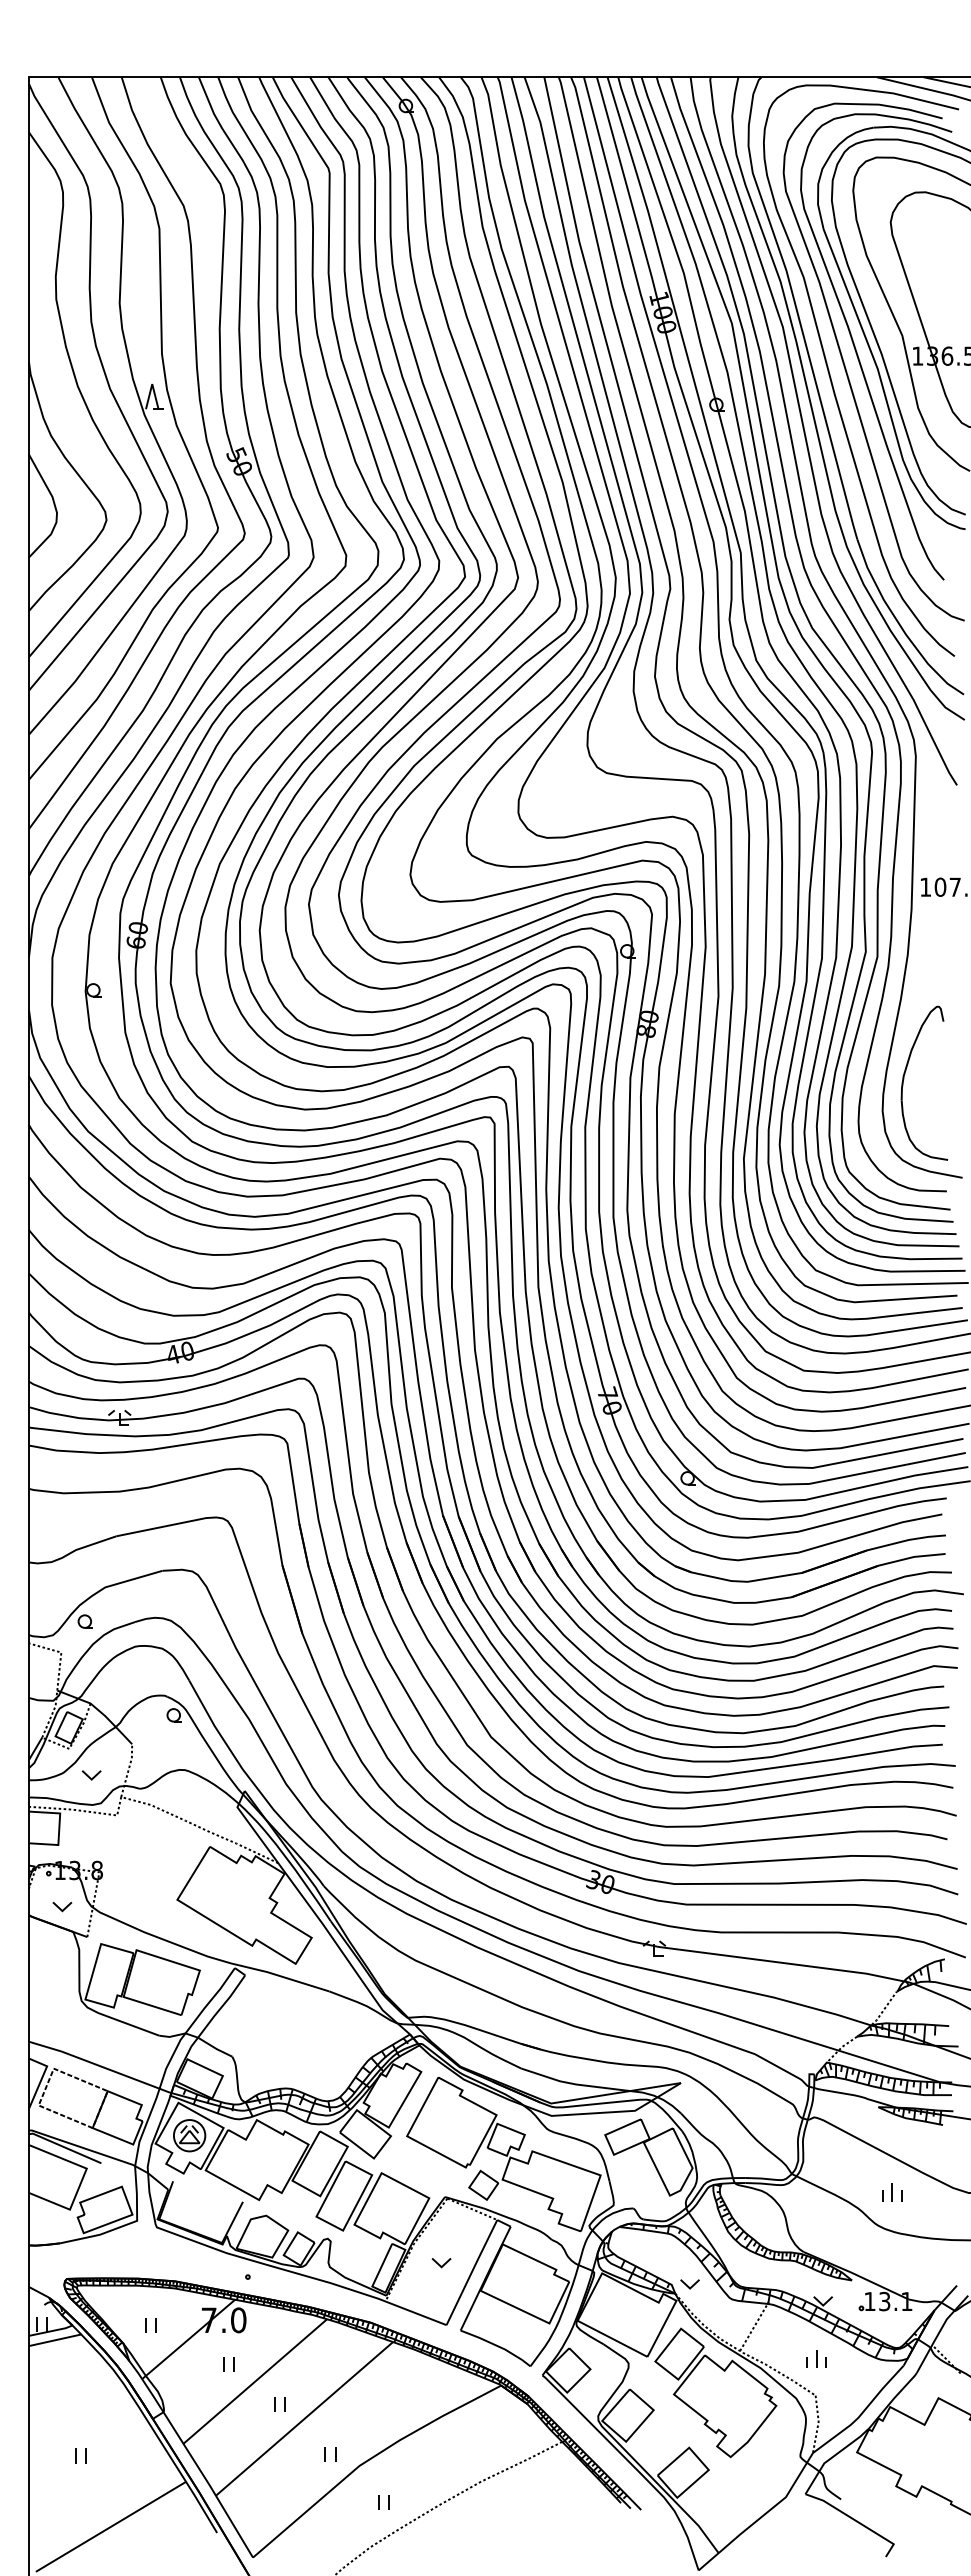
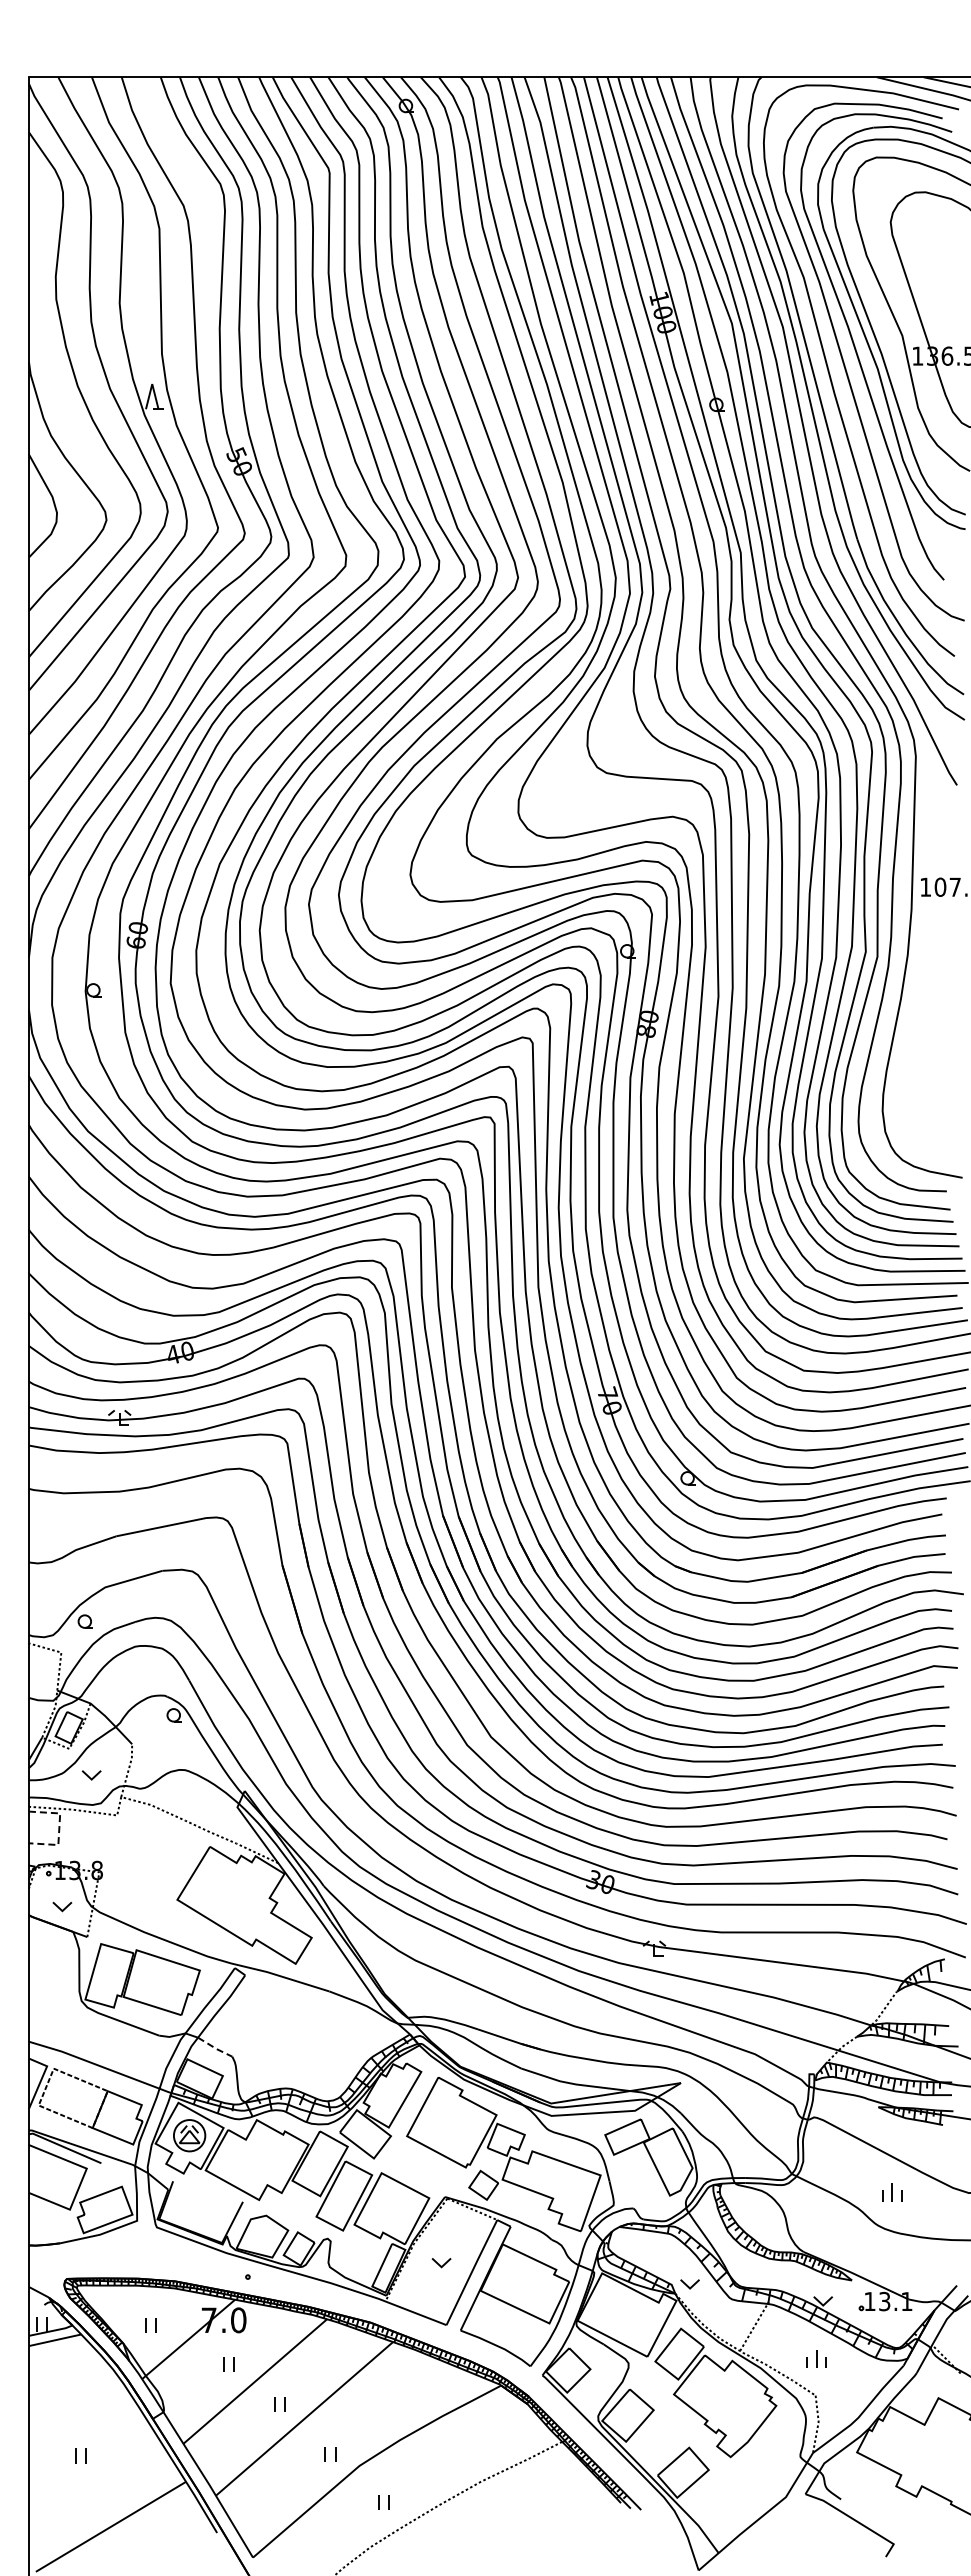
part at (904, 1079): present -> none
line at (59, 1828): solid -> dashed
line at (215, 2048): solid -> dashed
